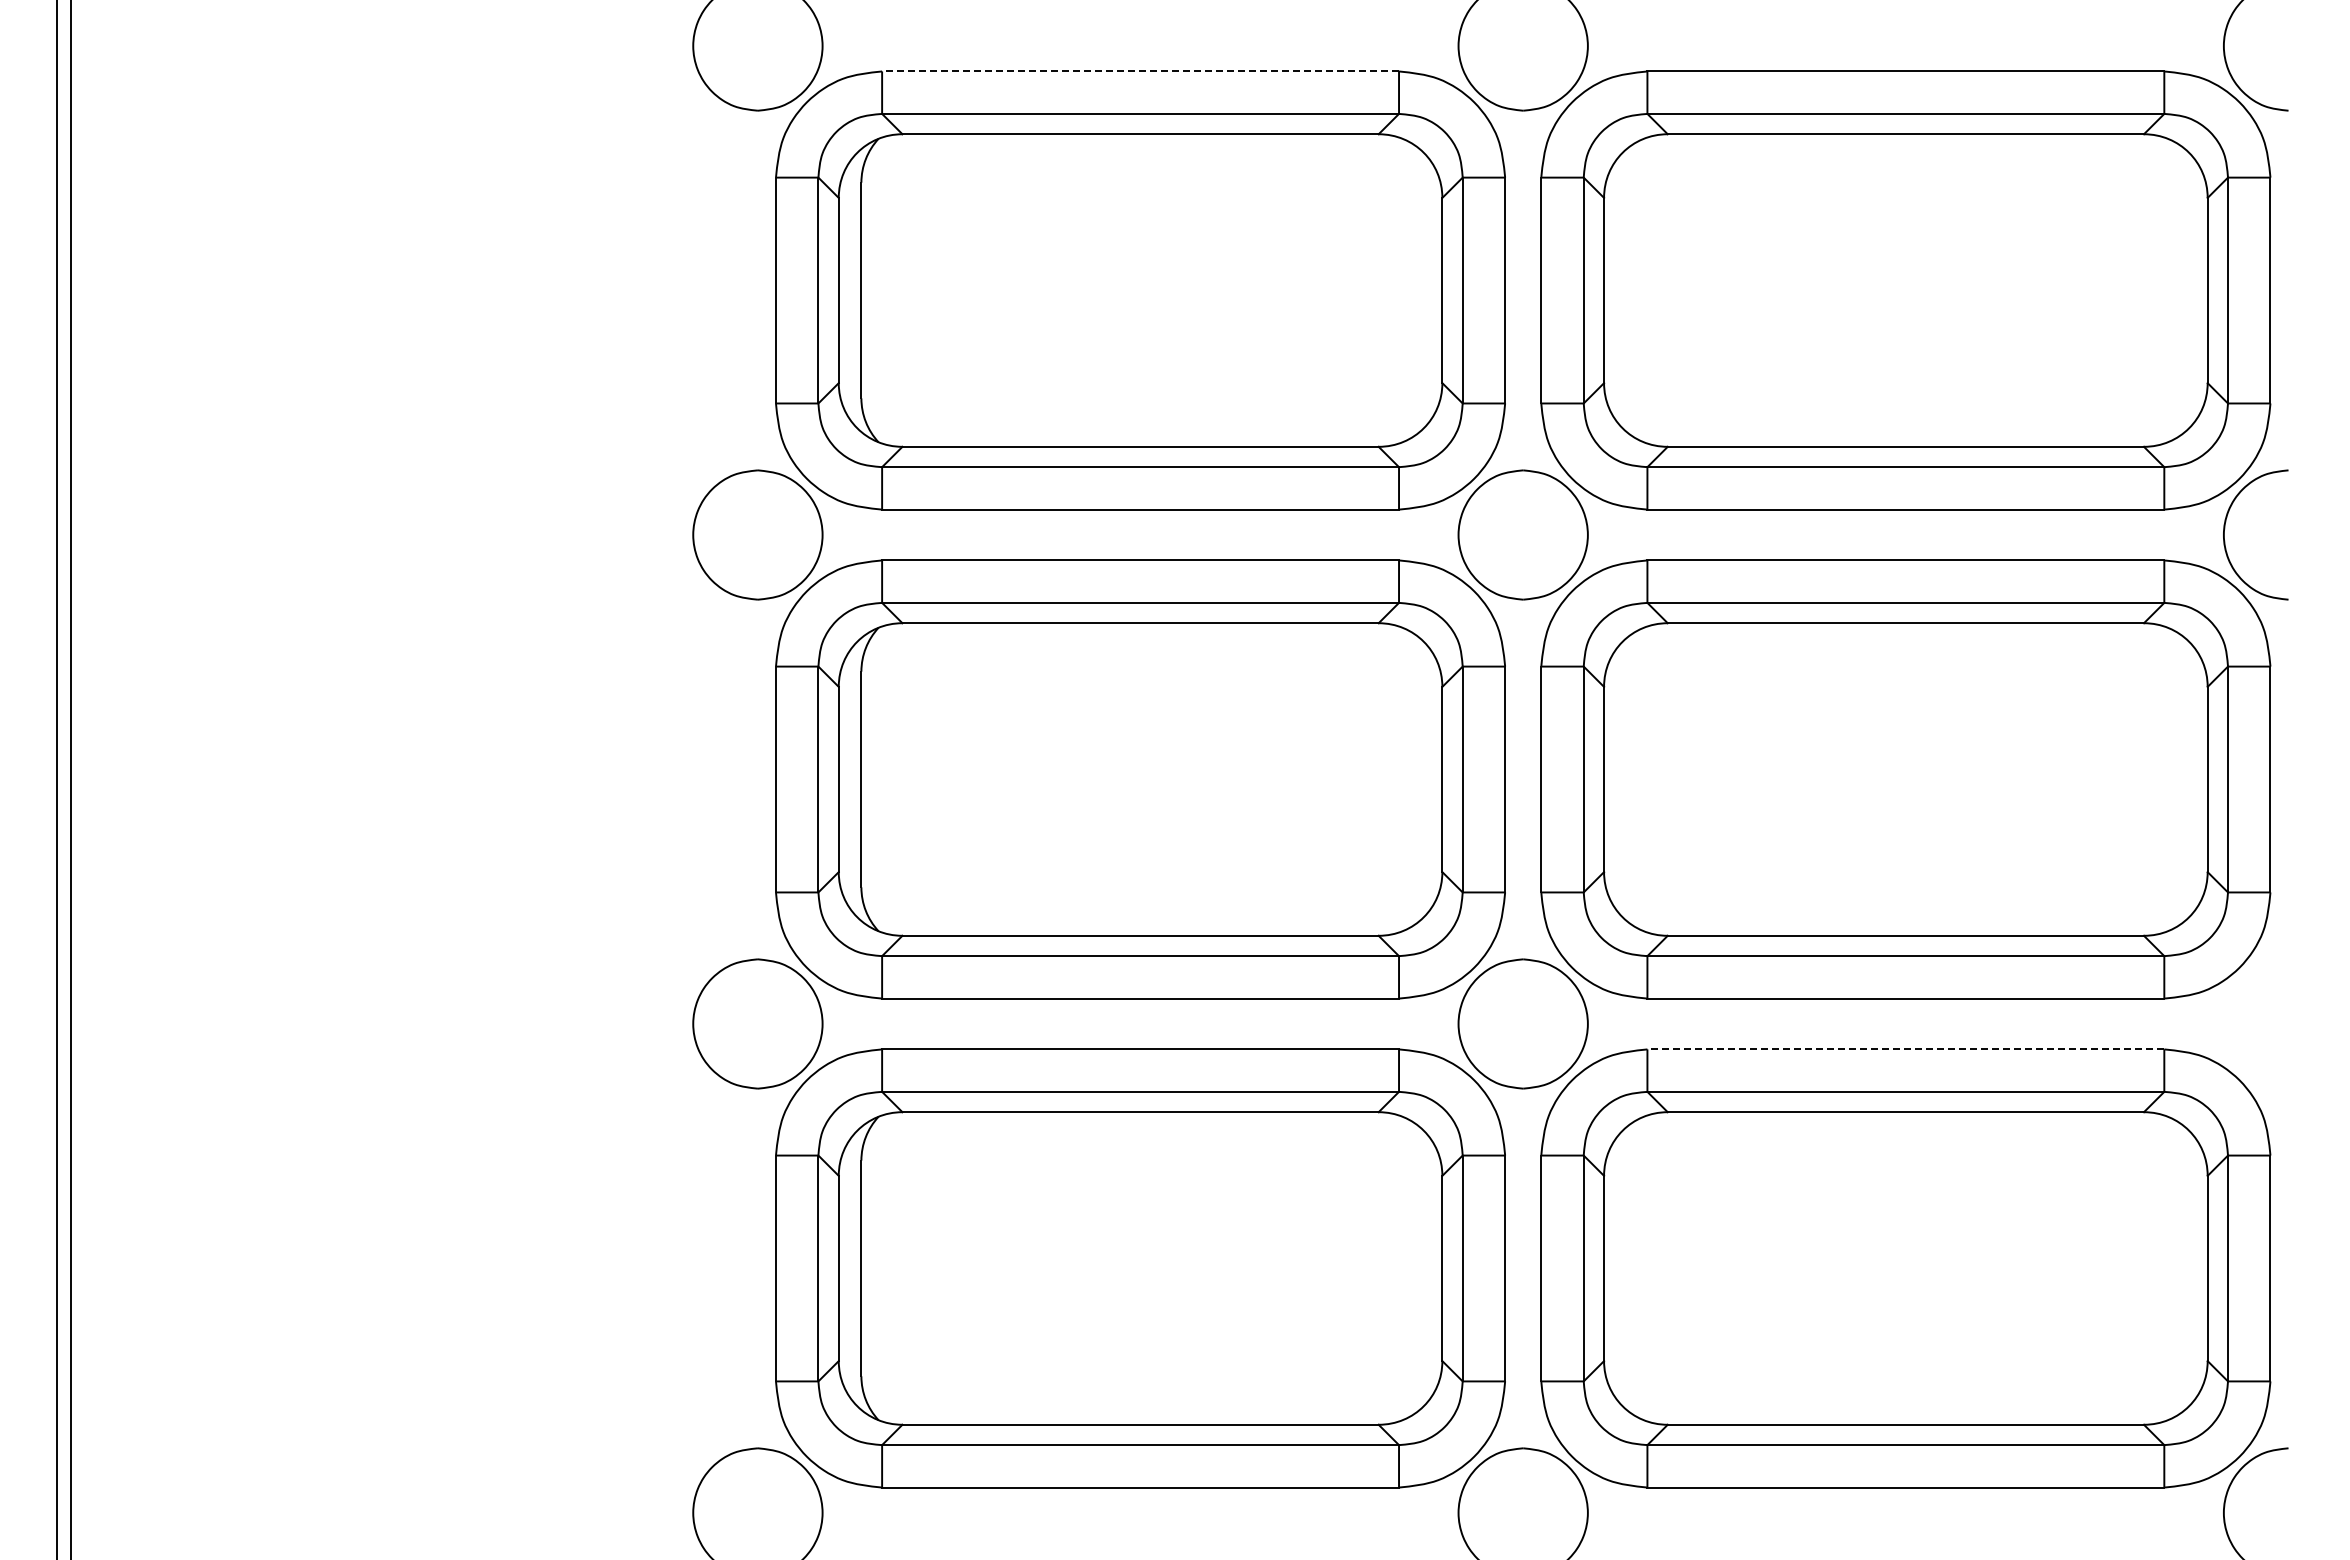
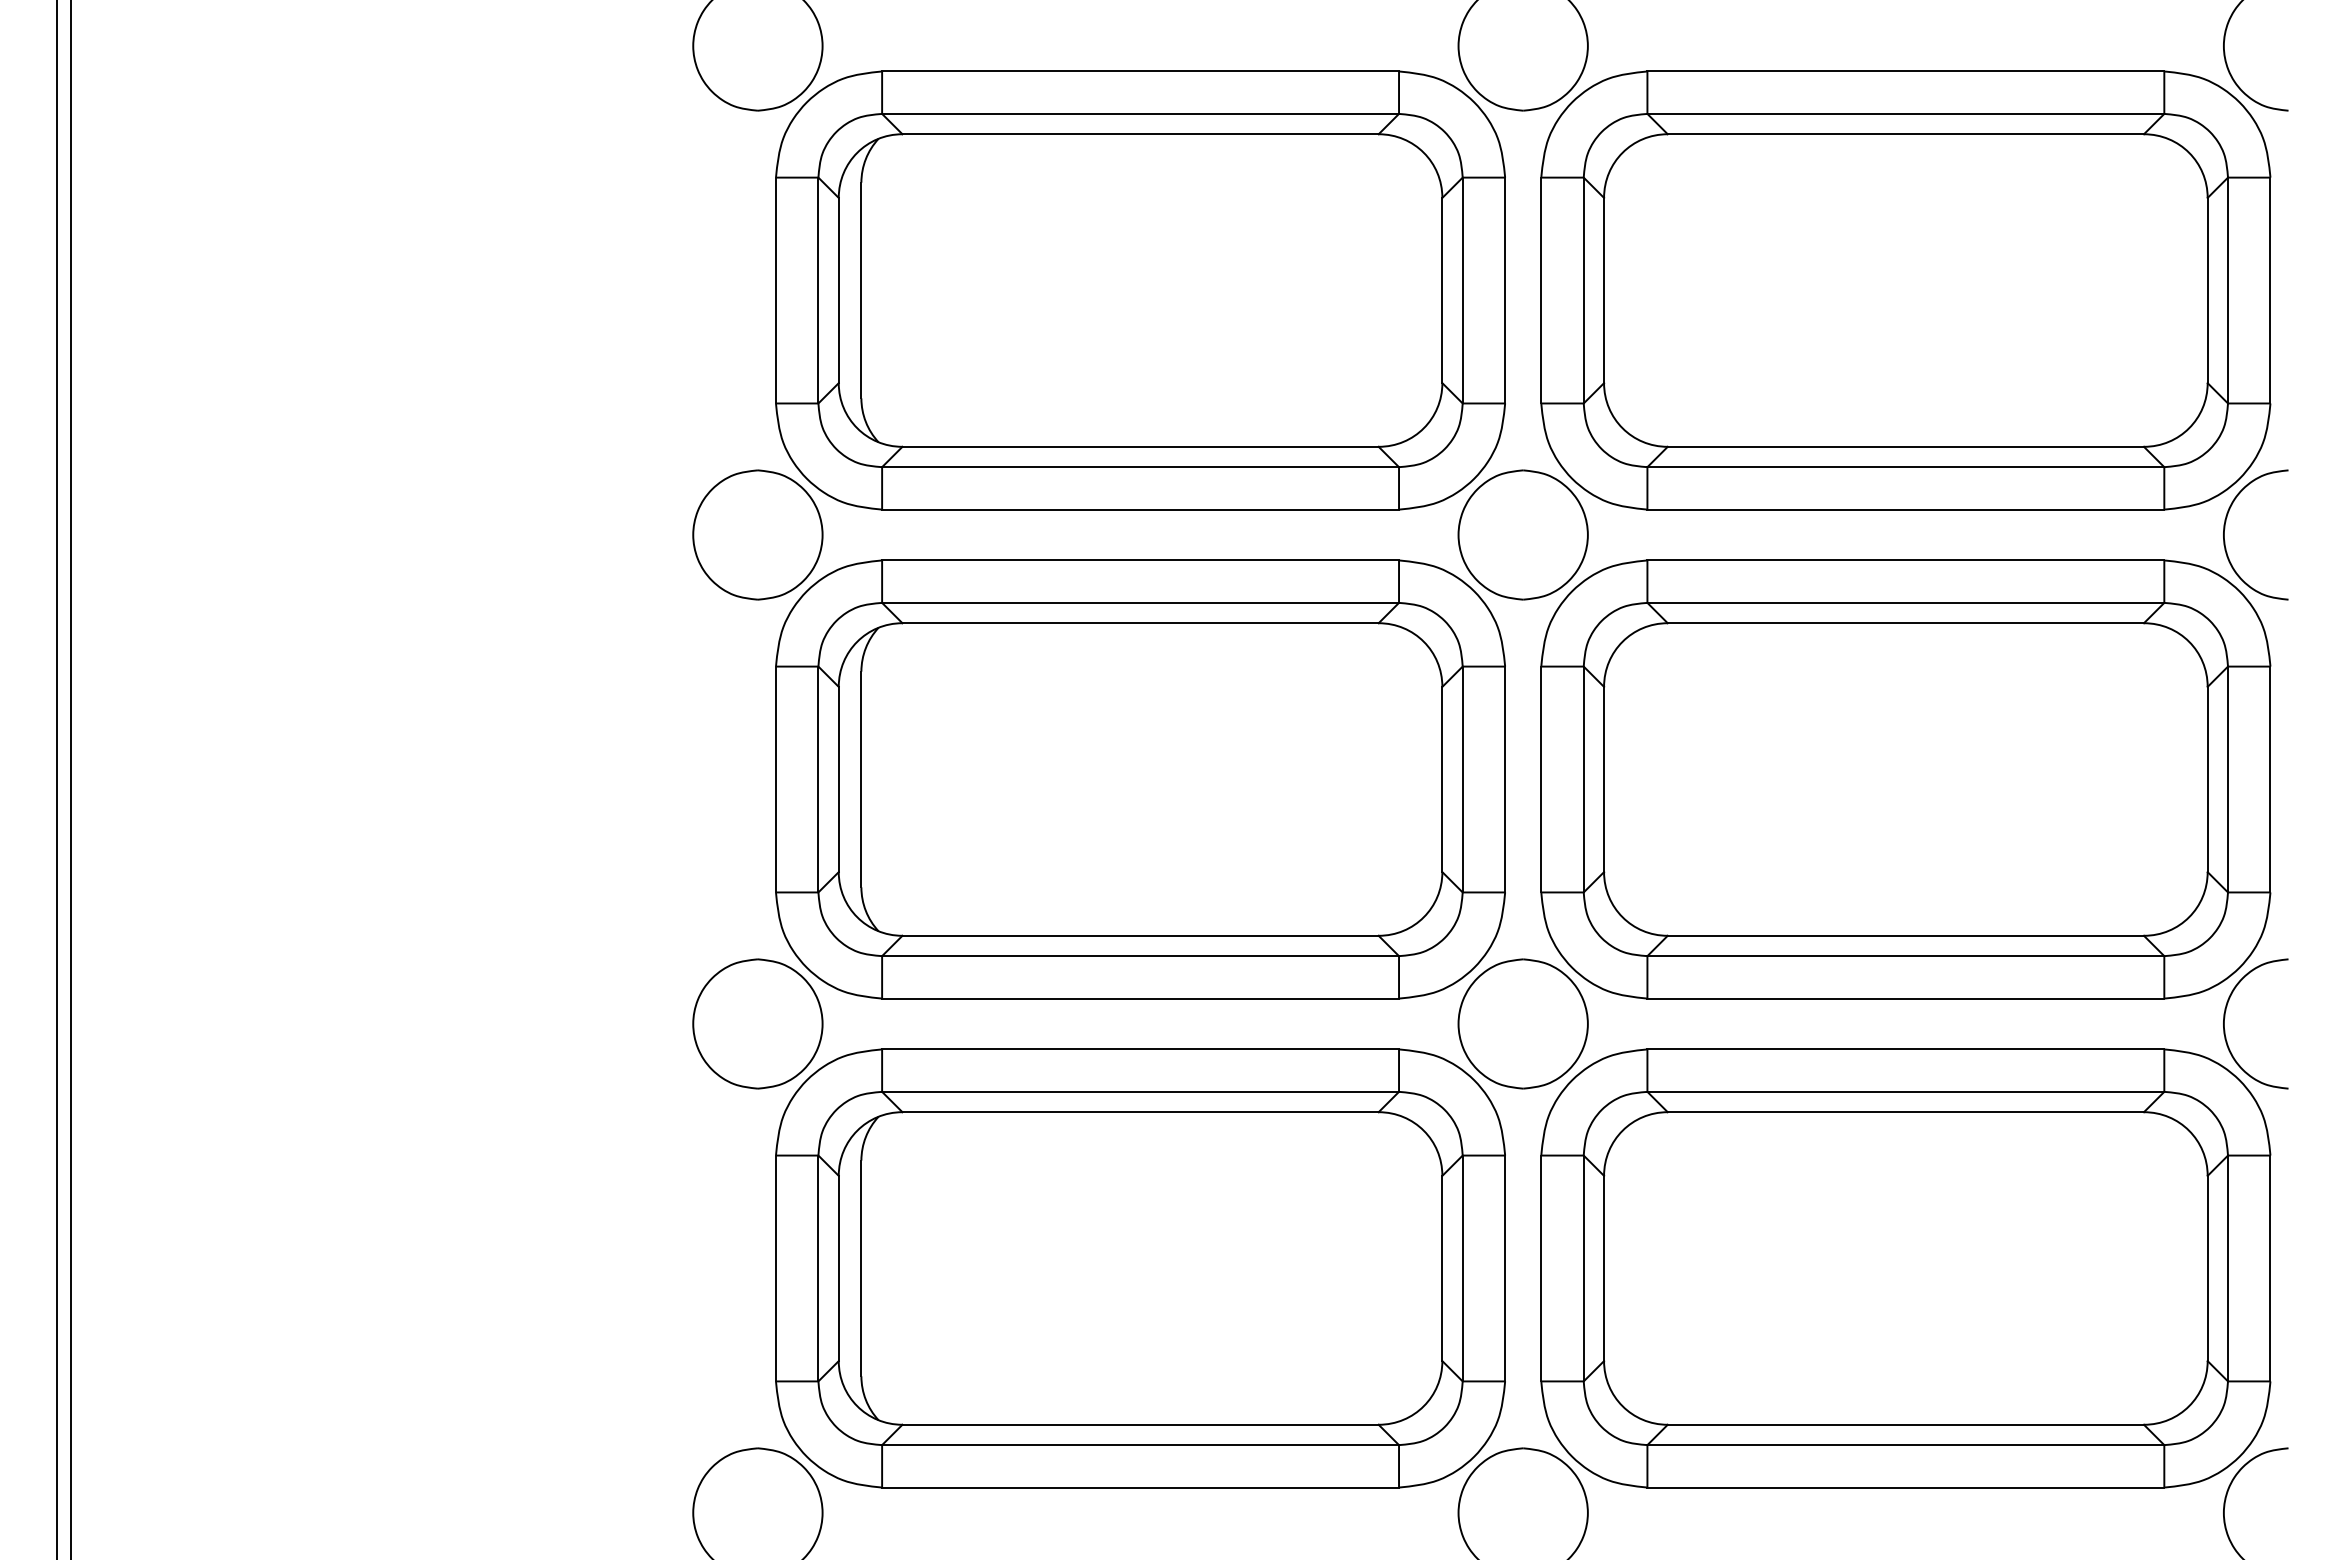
line at (1140, 71): dashed -> solid
curve at (2225, 1017): none -> present
line at (1905, 1049): dashed -> solid
